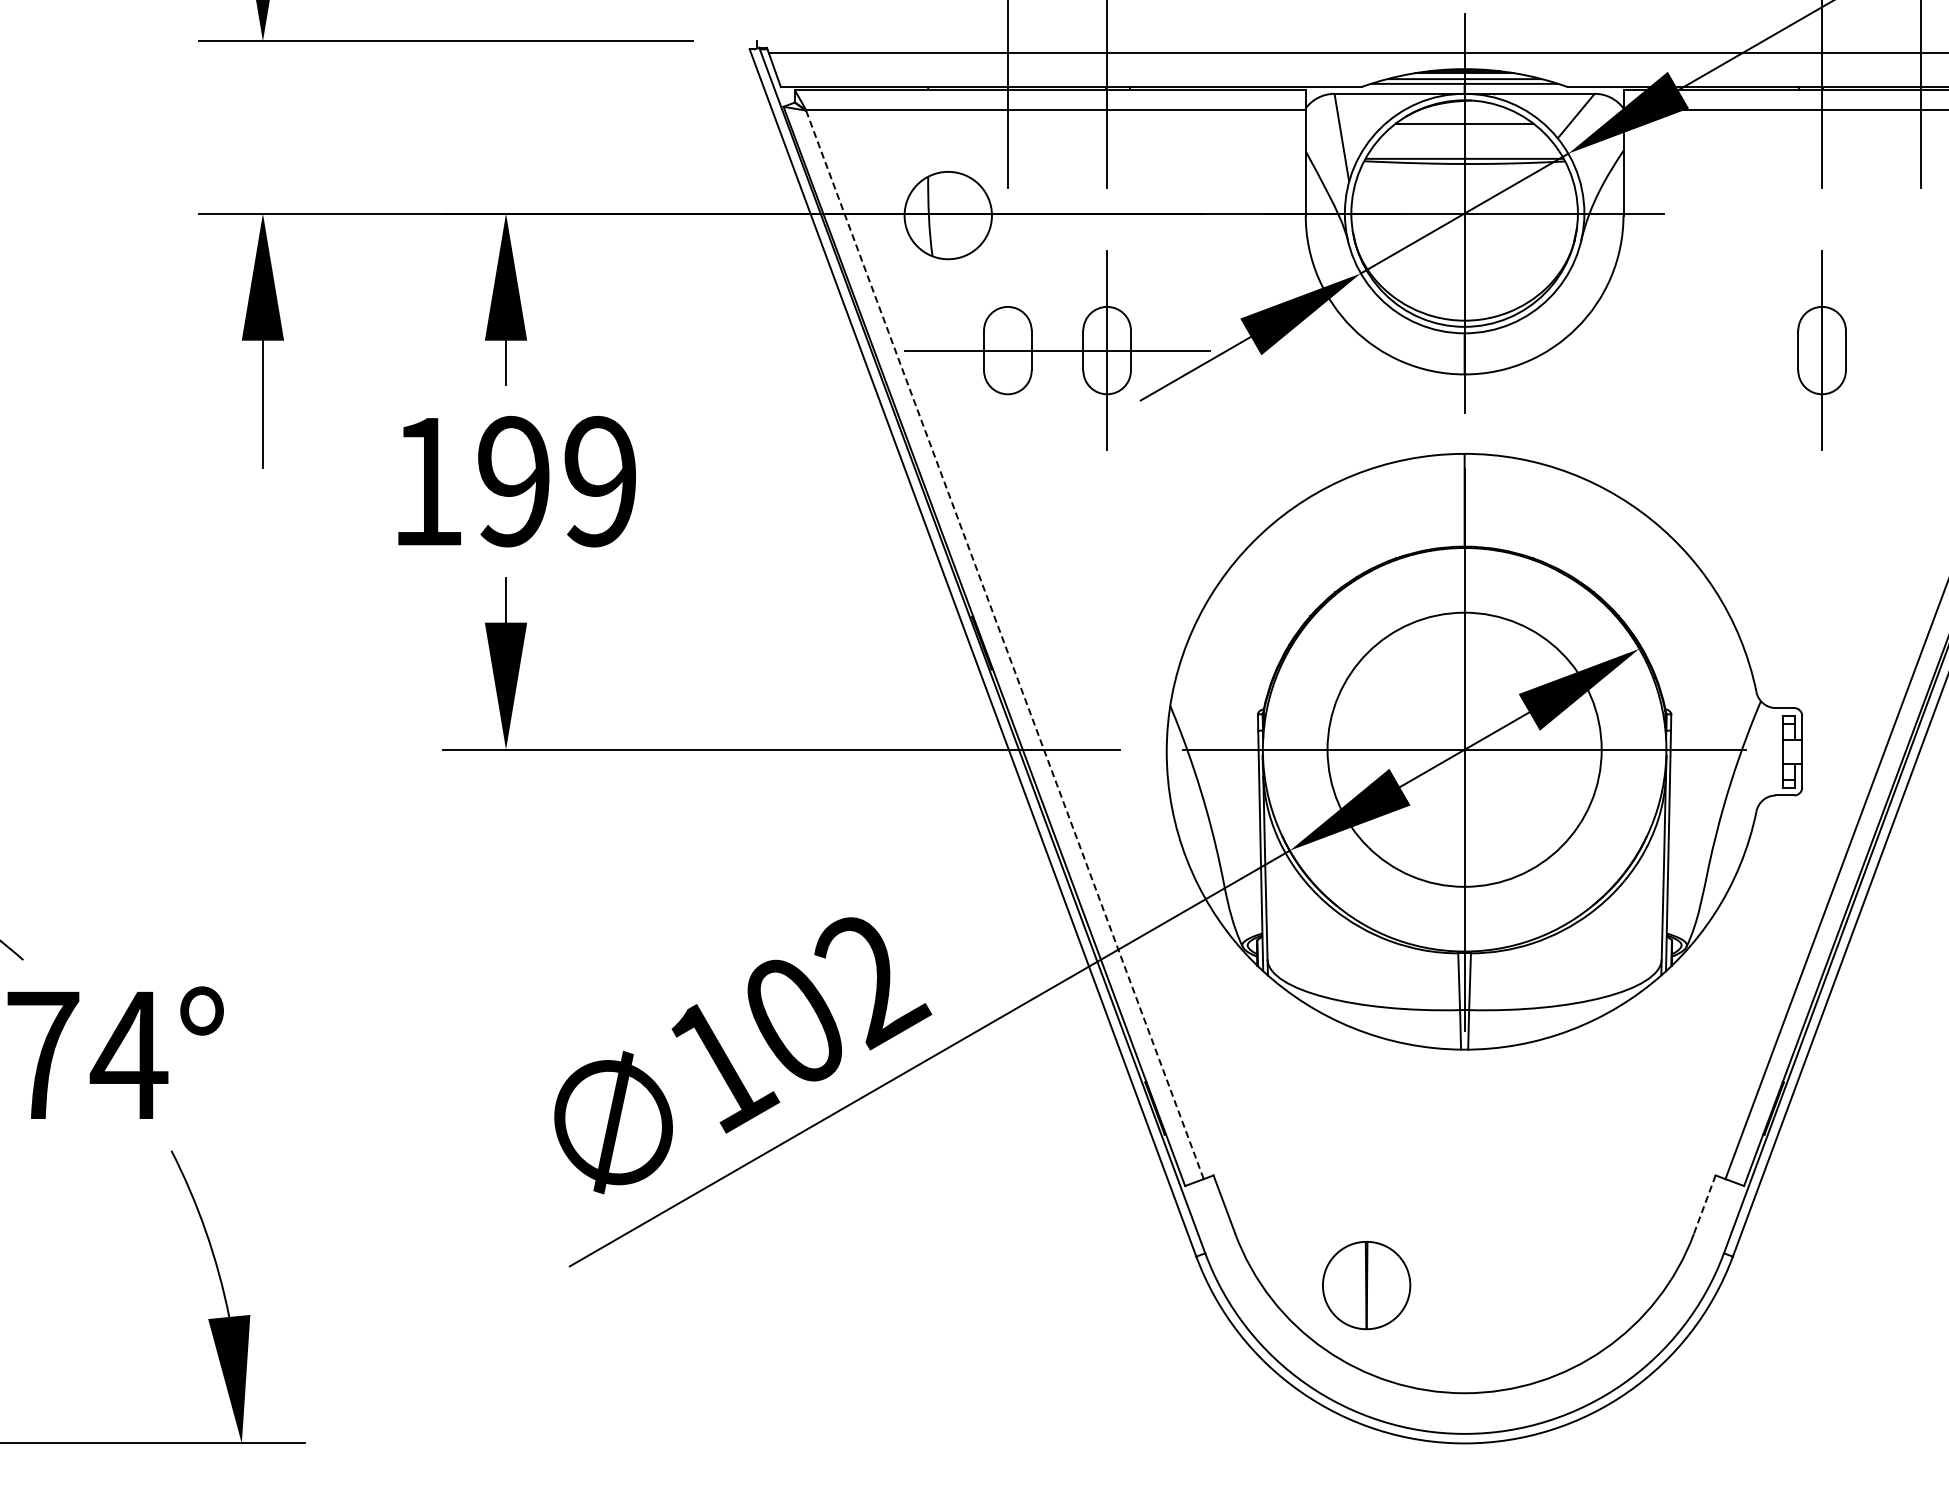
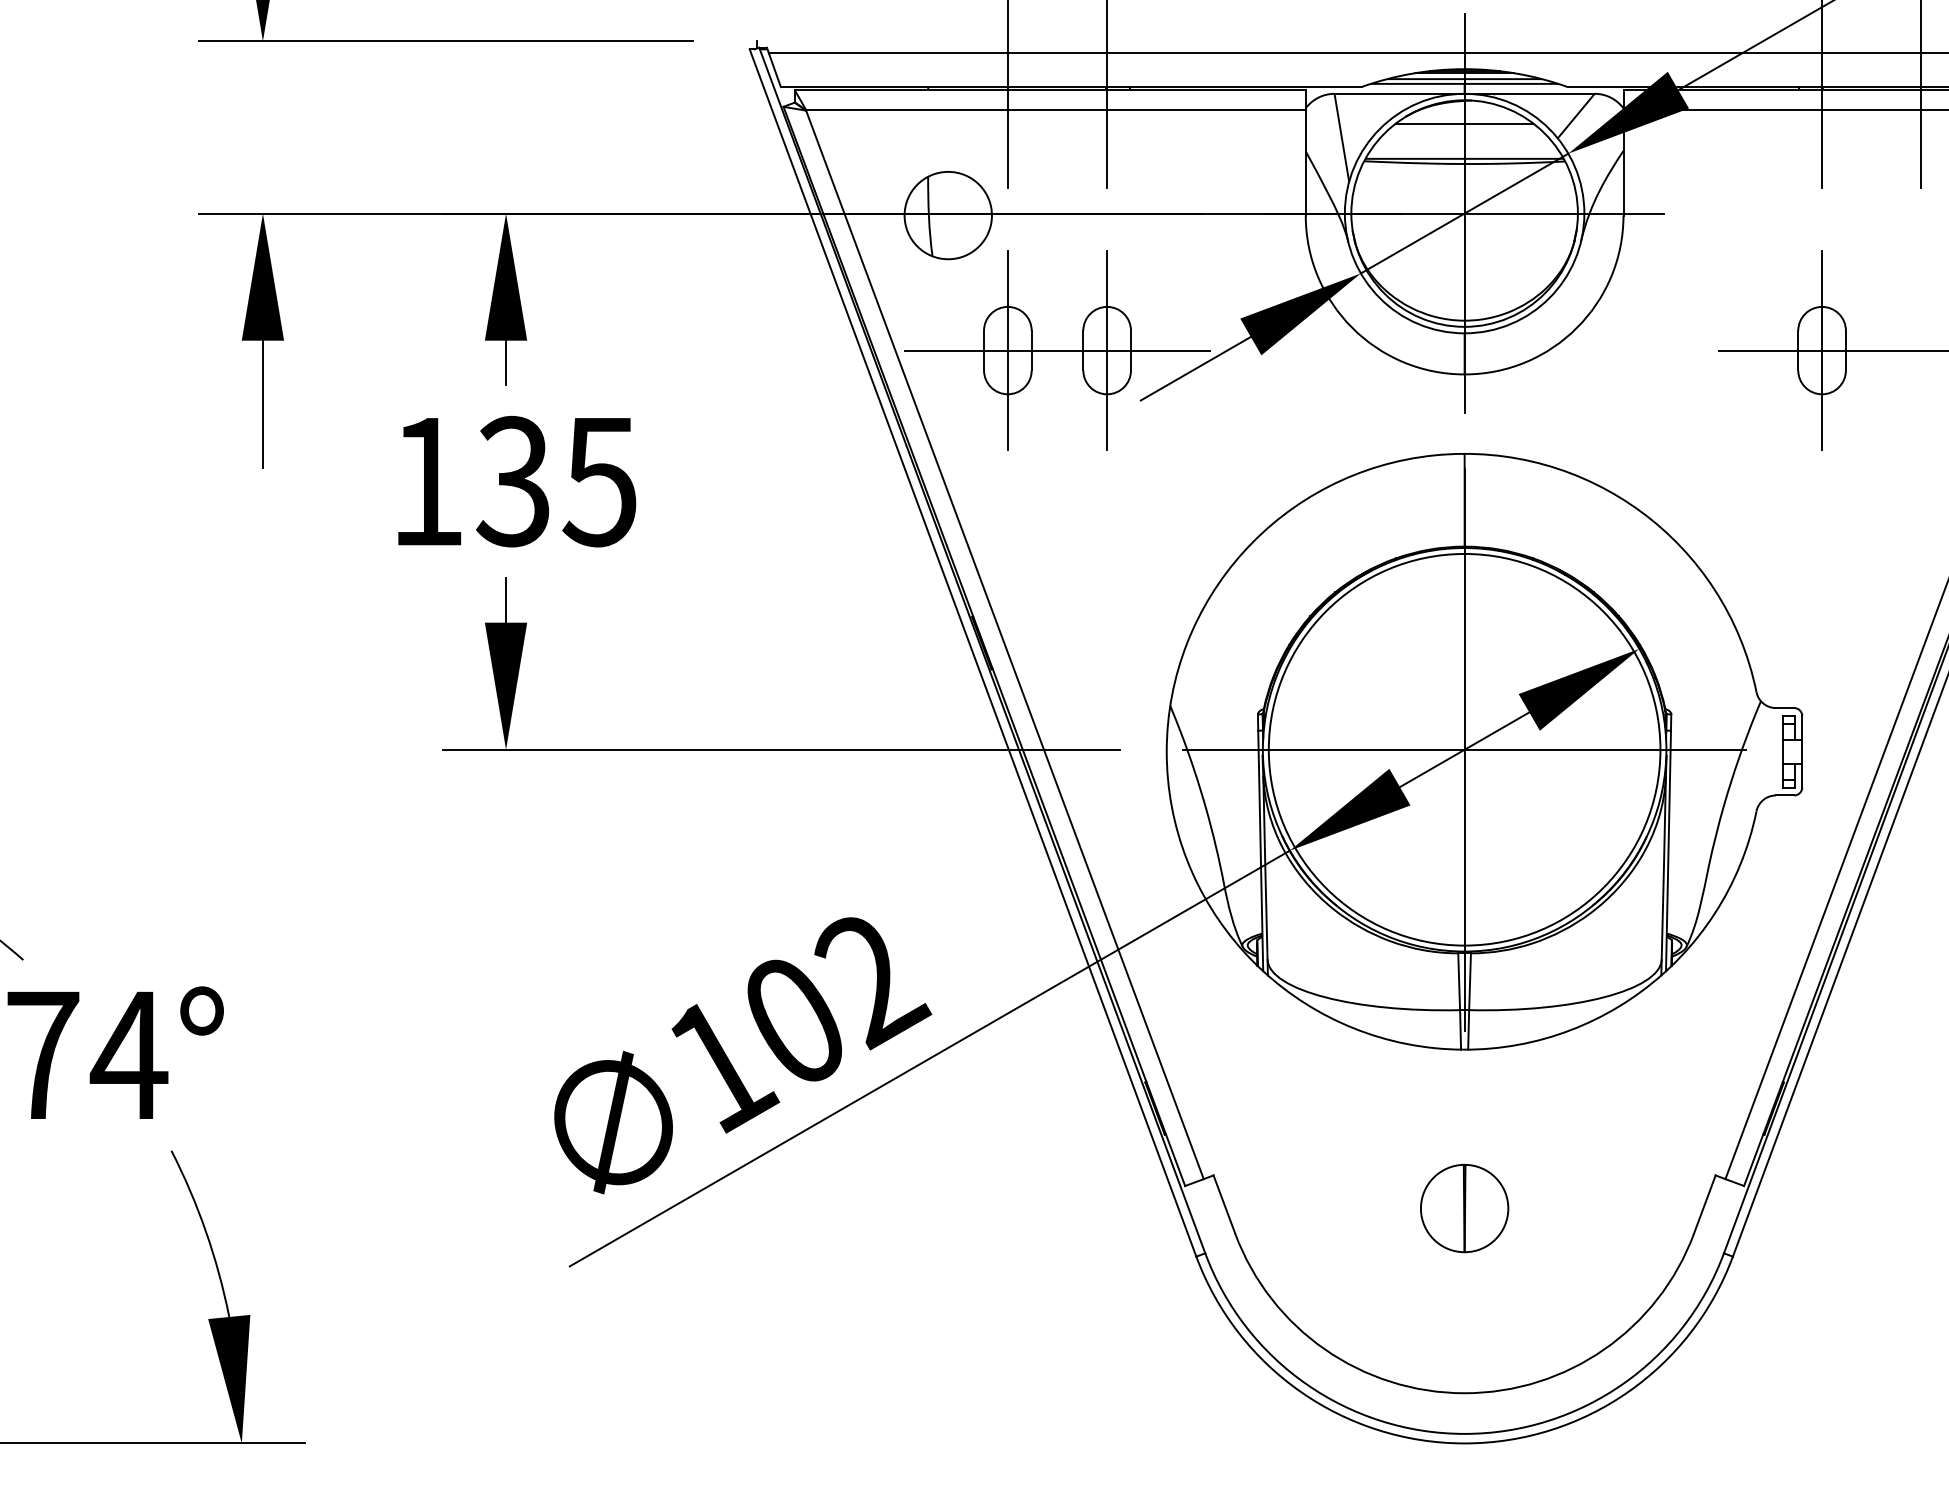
line at (1007, 350): none -> present
line at (1831, 350): none -> present
text at (556, 481): 199 -> 135
line at (1005, 645): dashed -> solid
circle at (1464, 749) diameter: 274 px -> 392 px
line at (1704, 1205): dashed -> solid
part at (1366, 1285) position: (1366, 1285) -> (1464, 1208)
